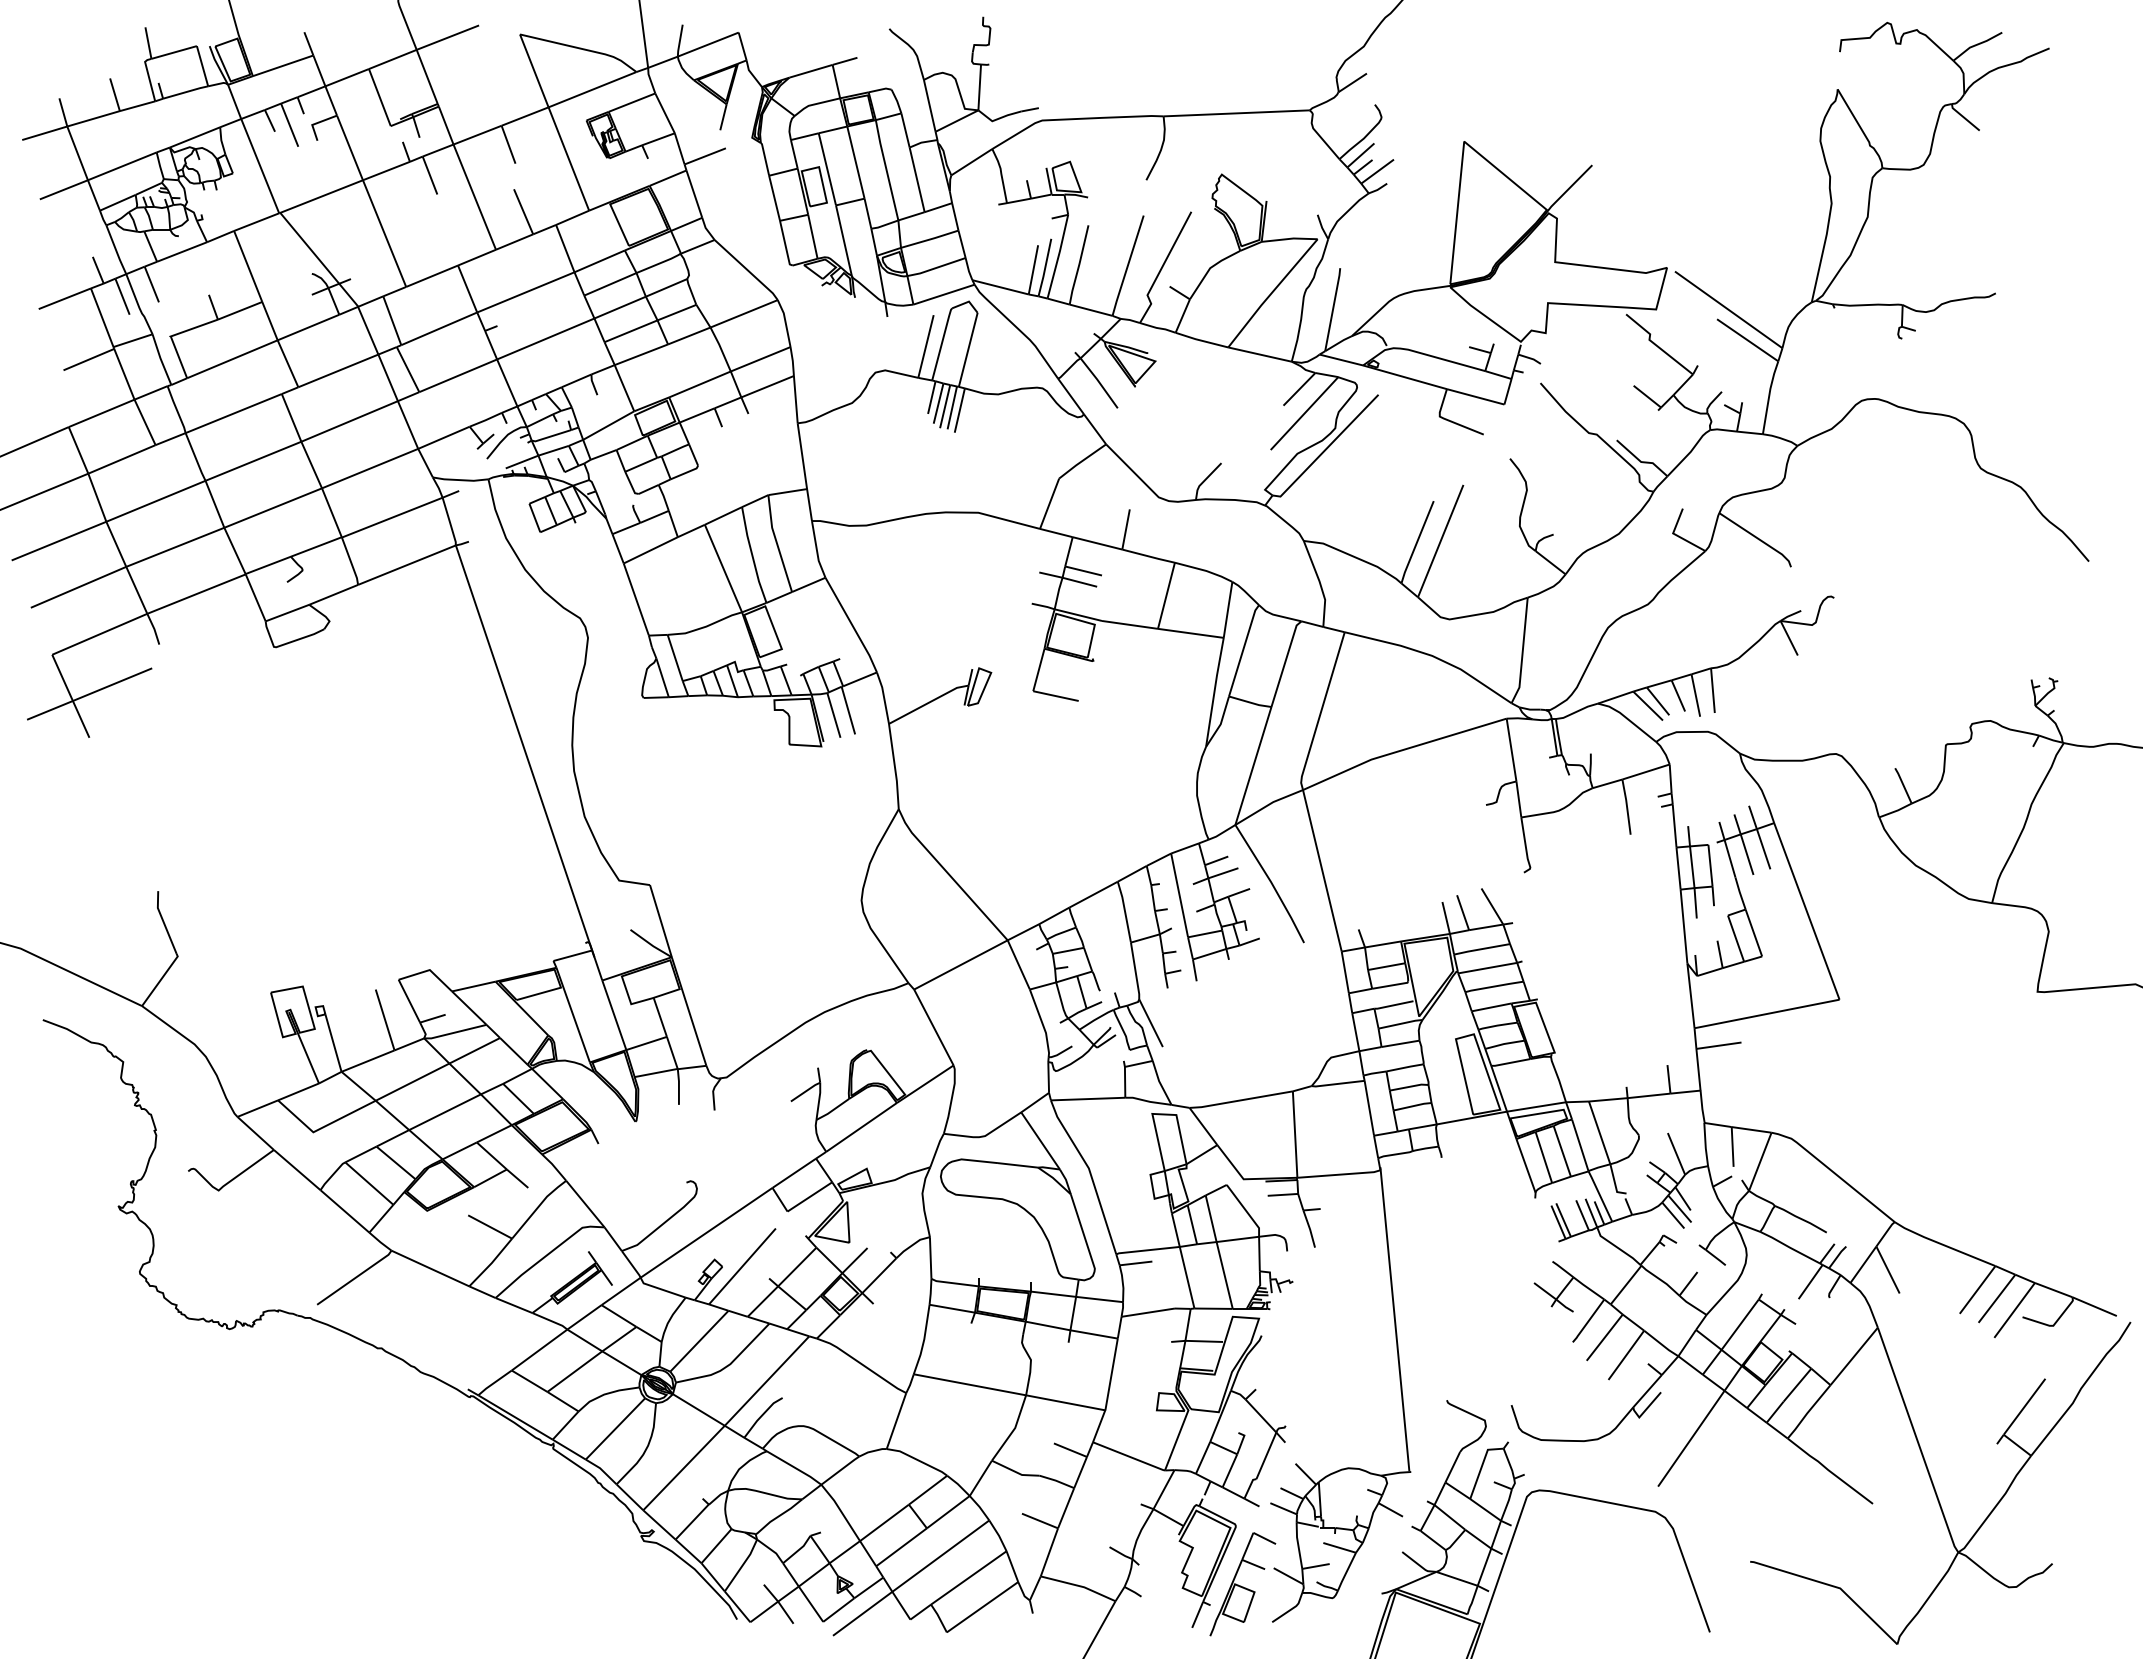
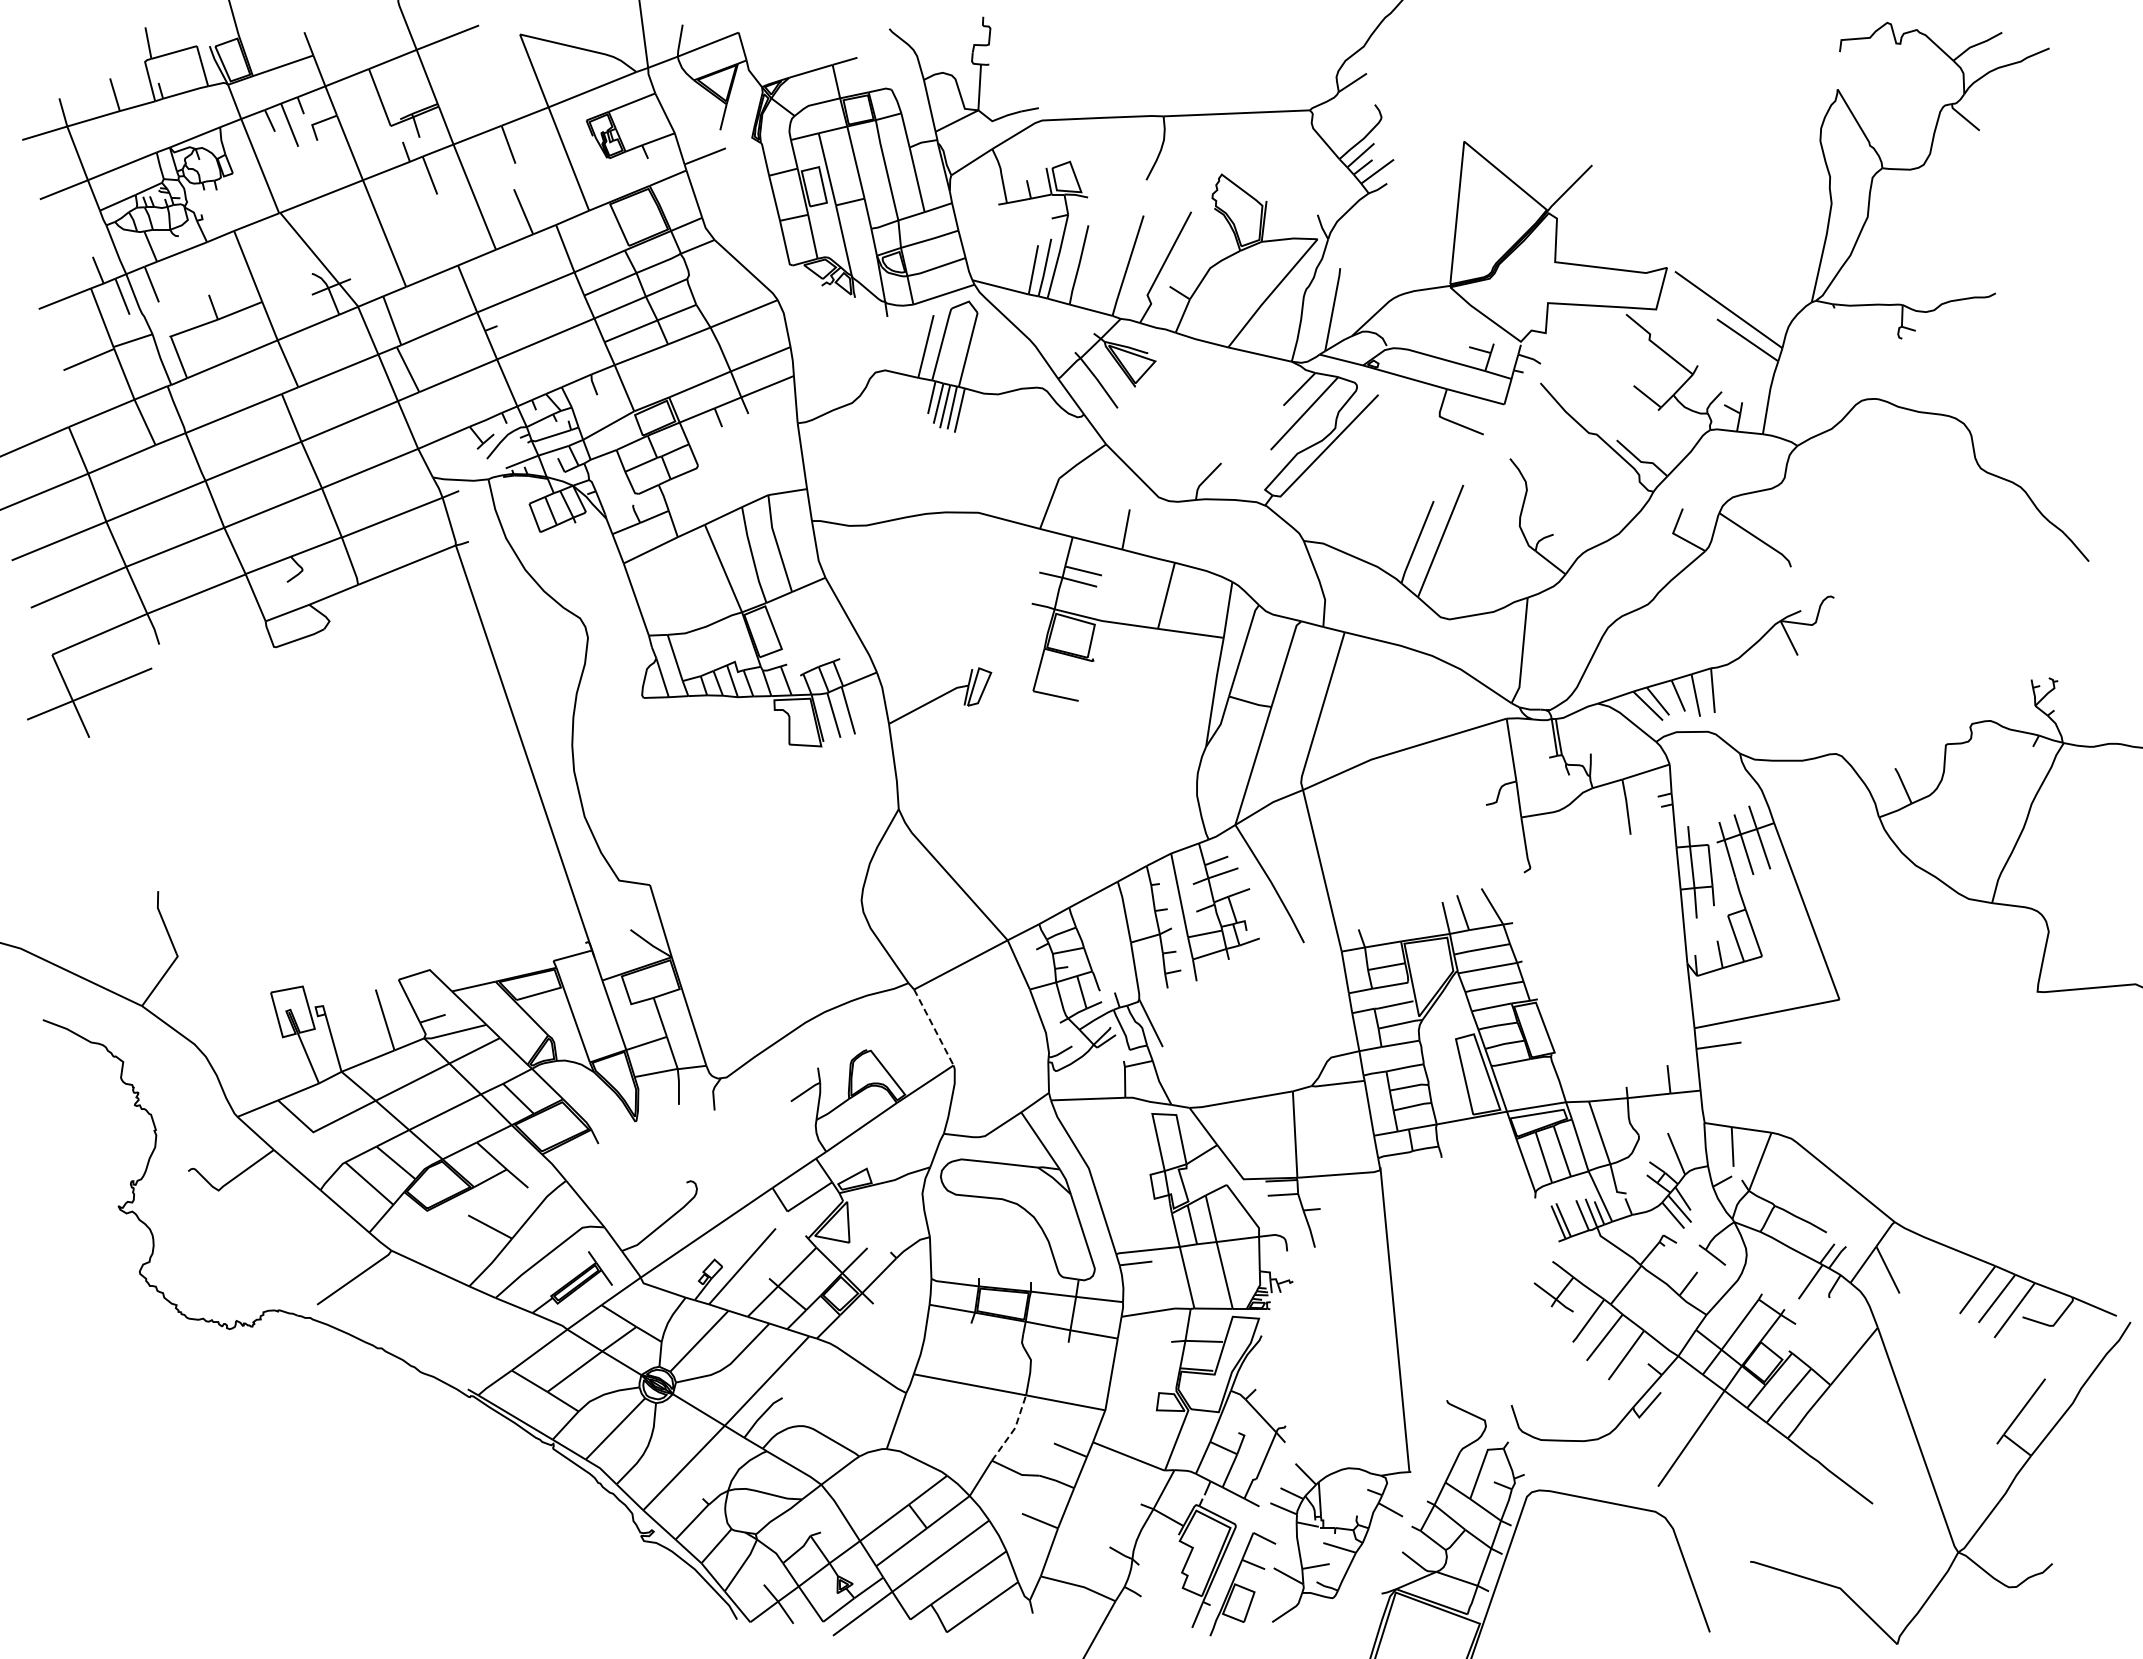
line at (933, 1027): solid -> dashed
line at (1014, 1429): solid -> dashed
